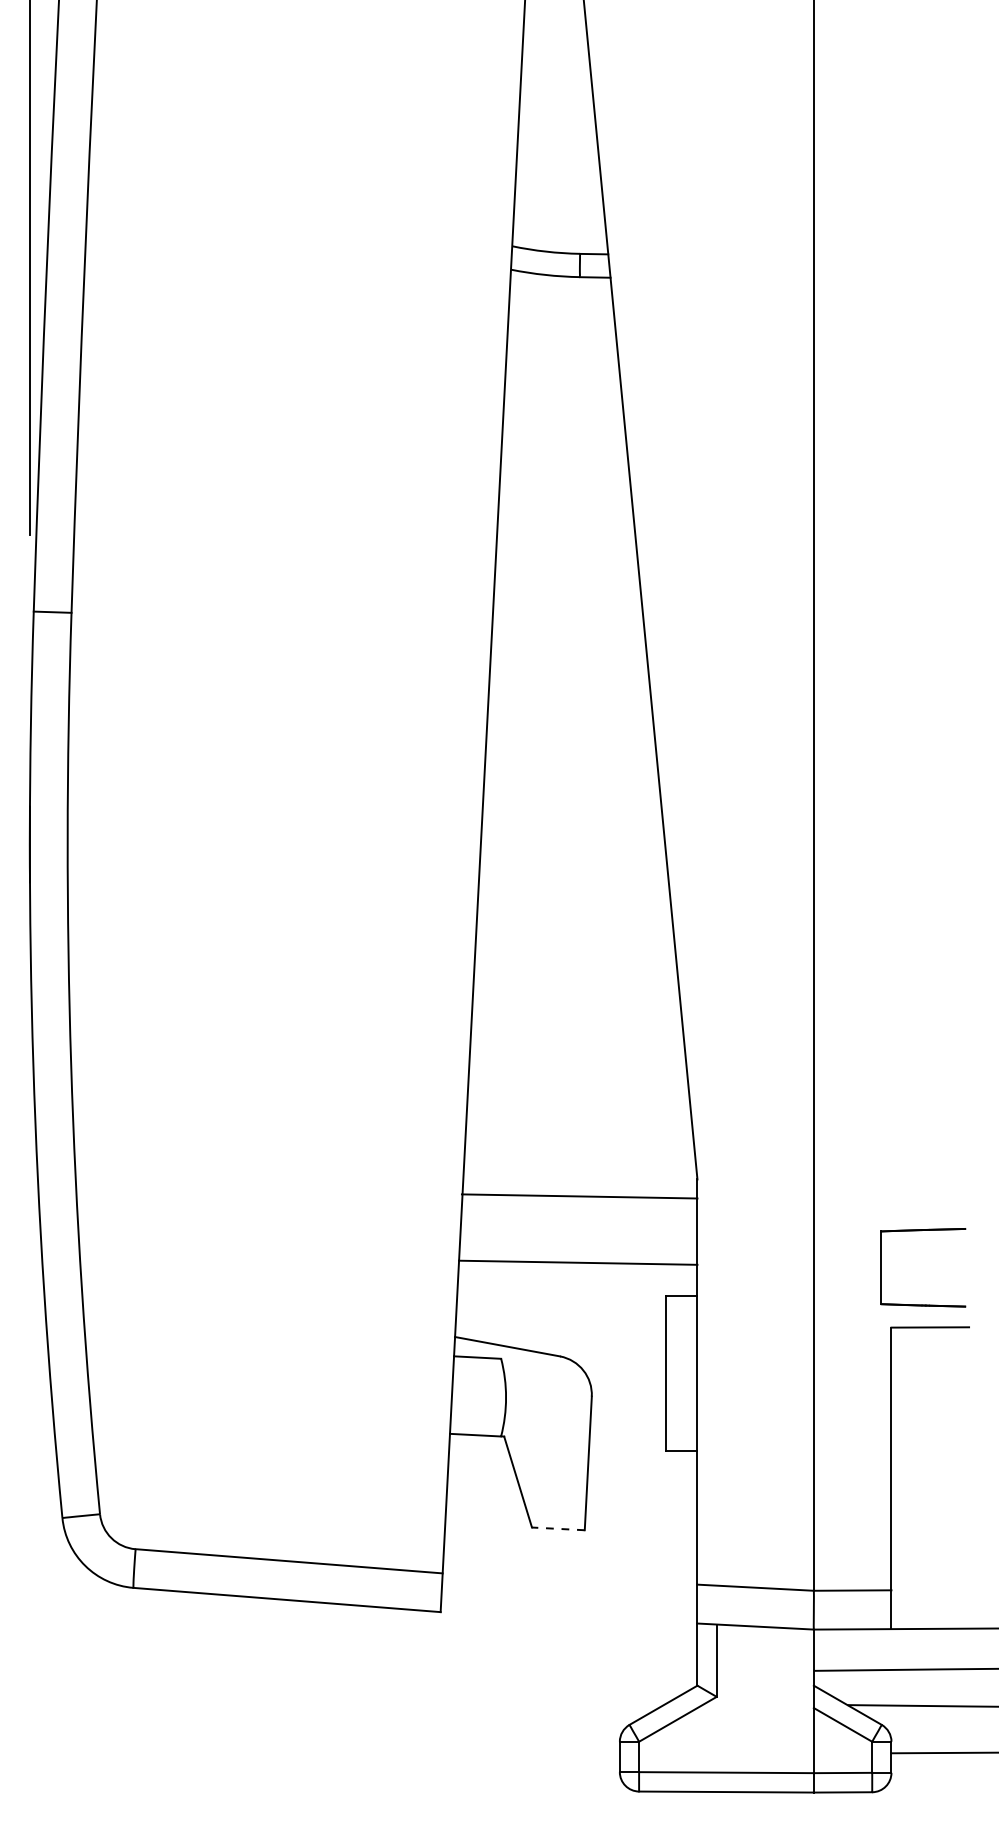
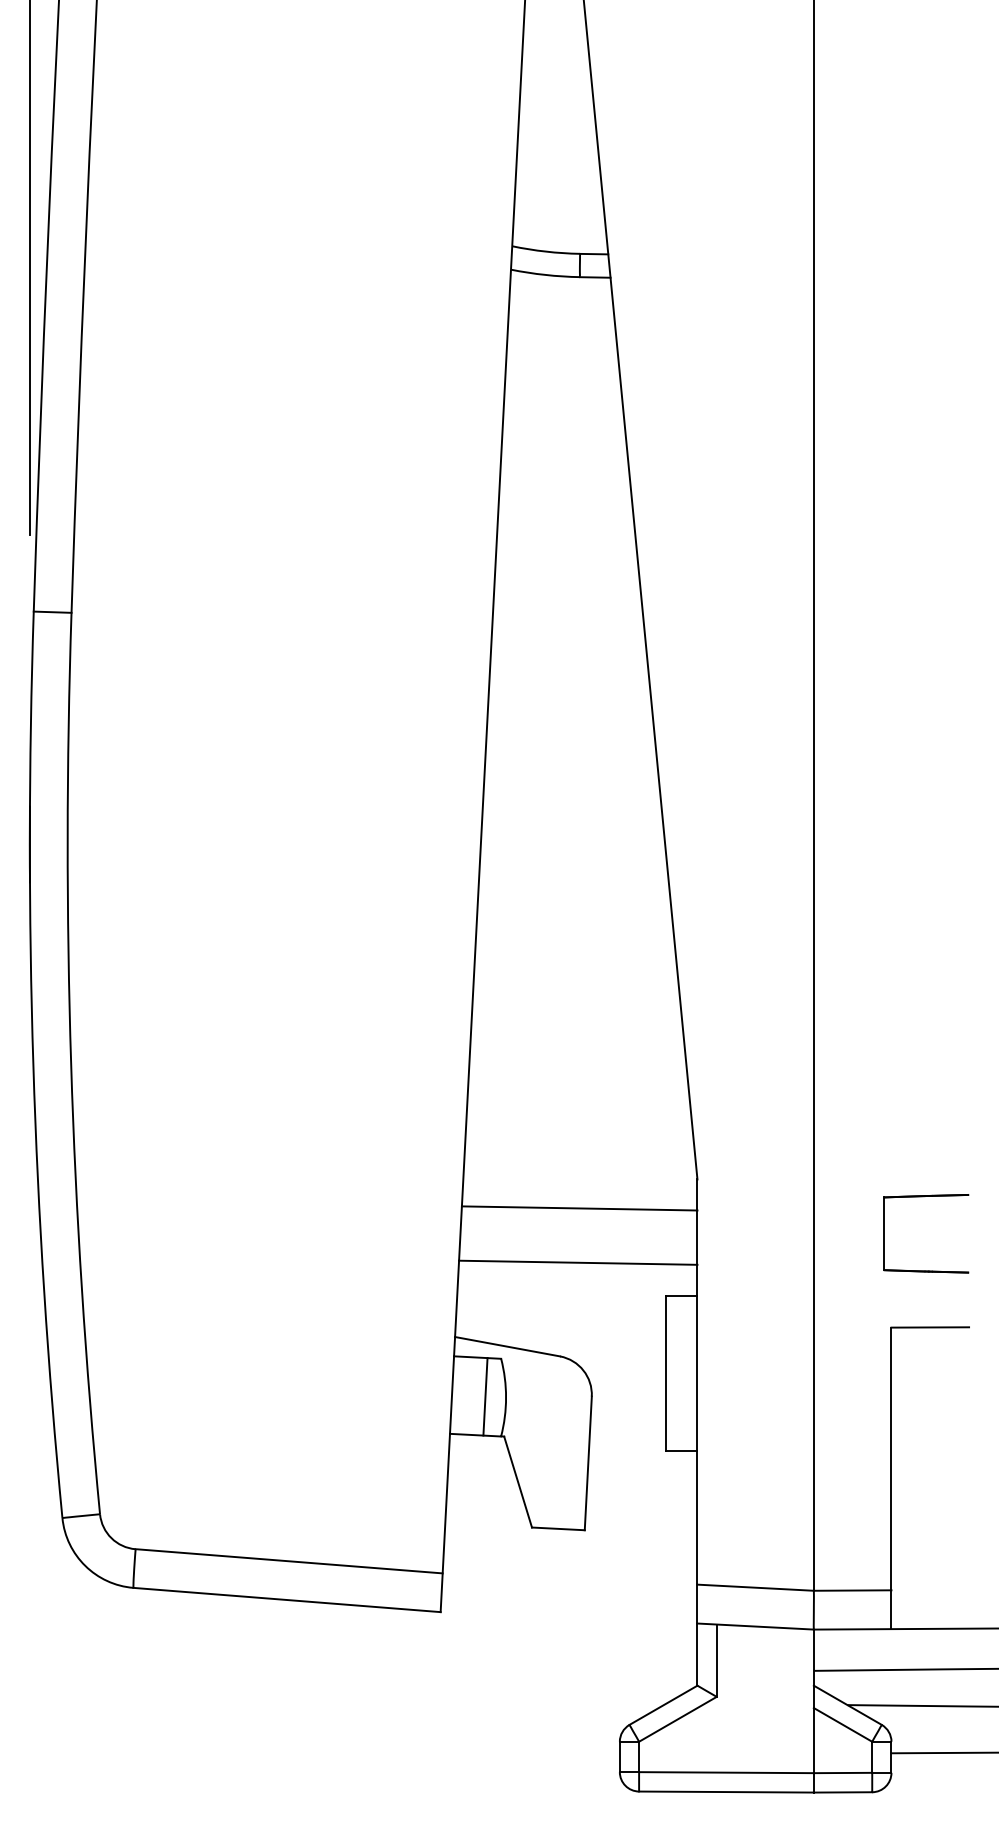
line at (579, 1196) position: (579, 1196) -> (579, 1208)
part at (921, 1231) position: (921, 1231) -> (924, 1197)
line at (485, 1396): none -> present
line at (557, 1528): dashed -> solid
